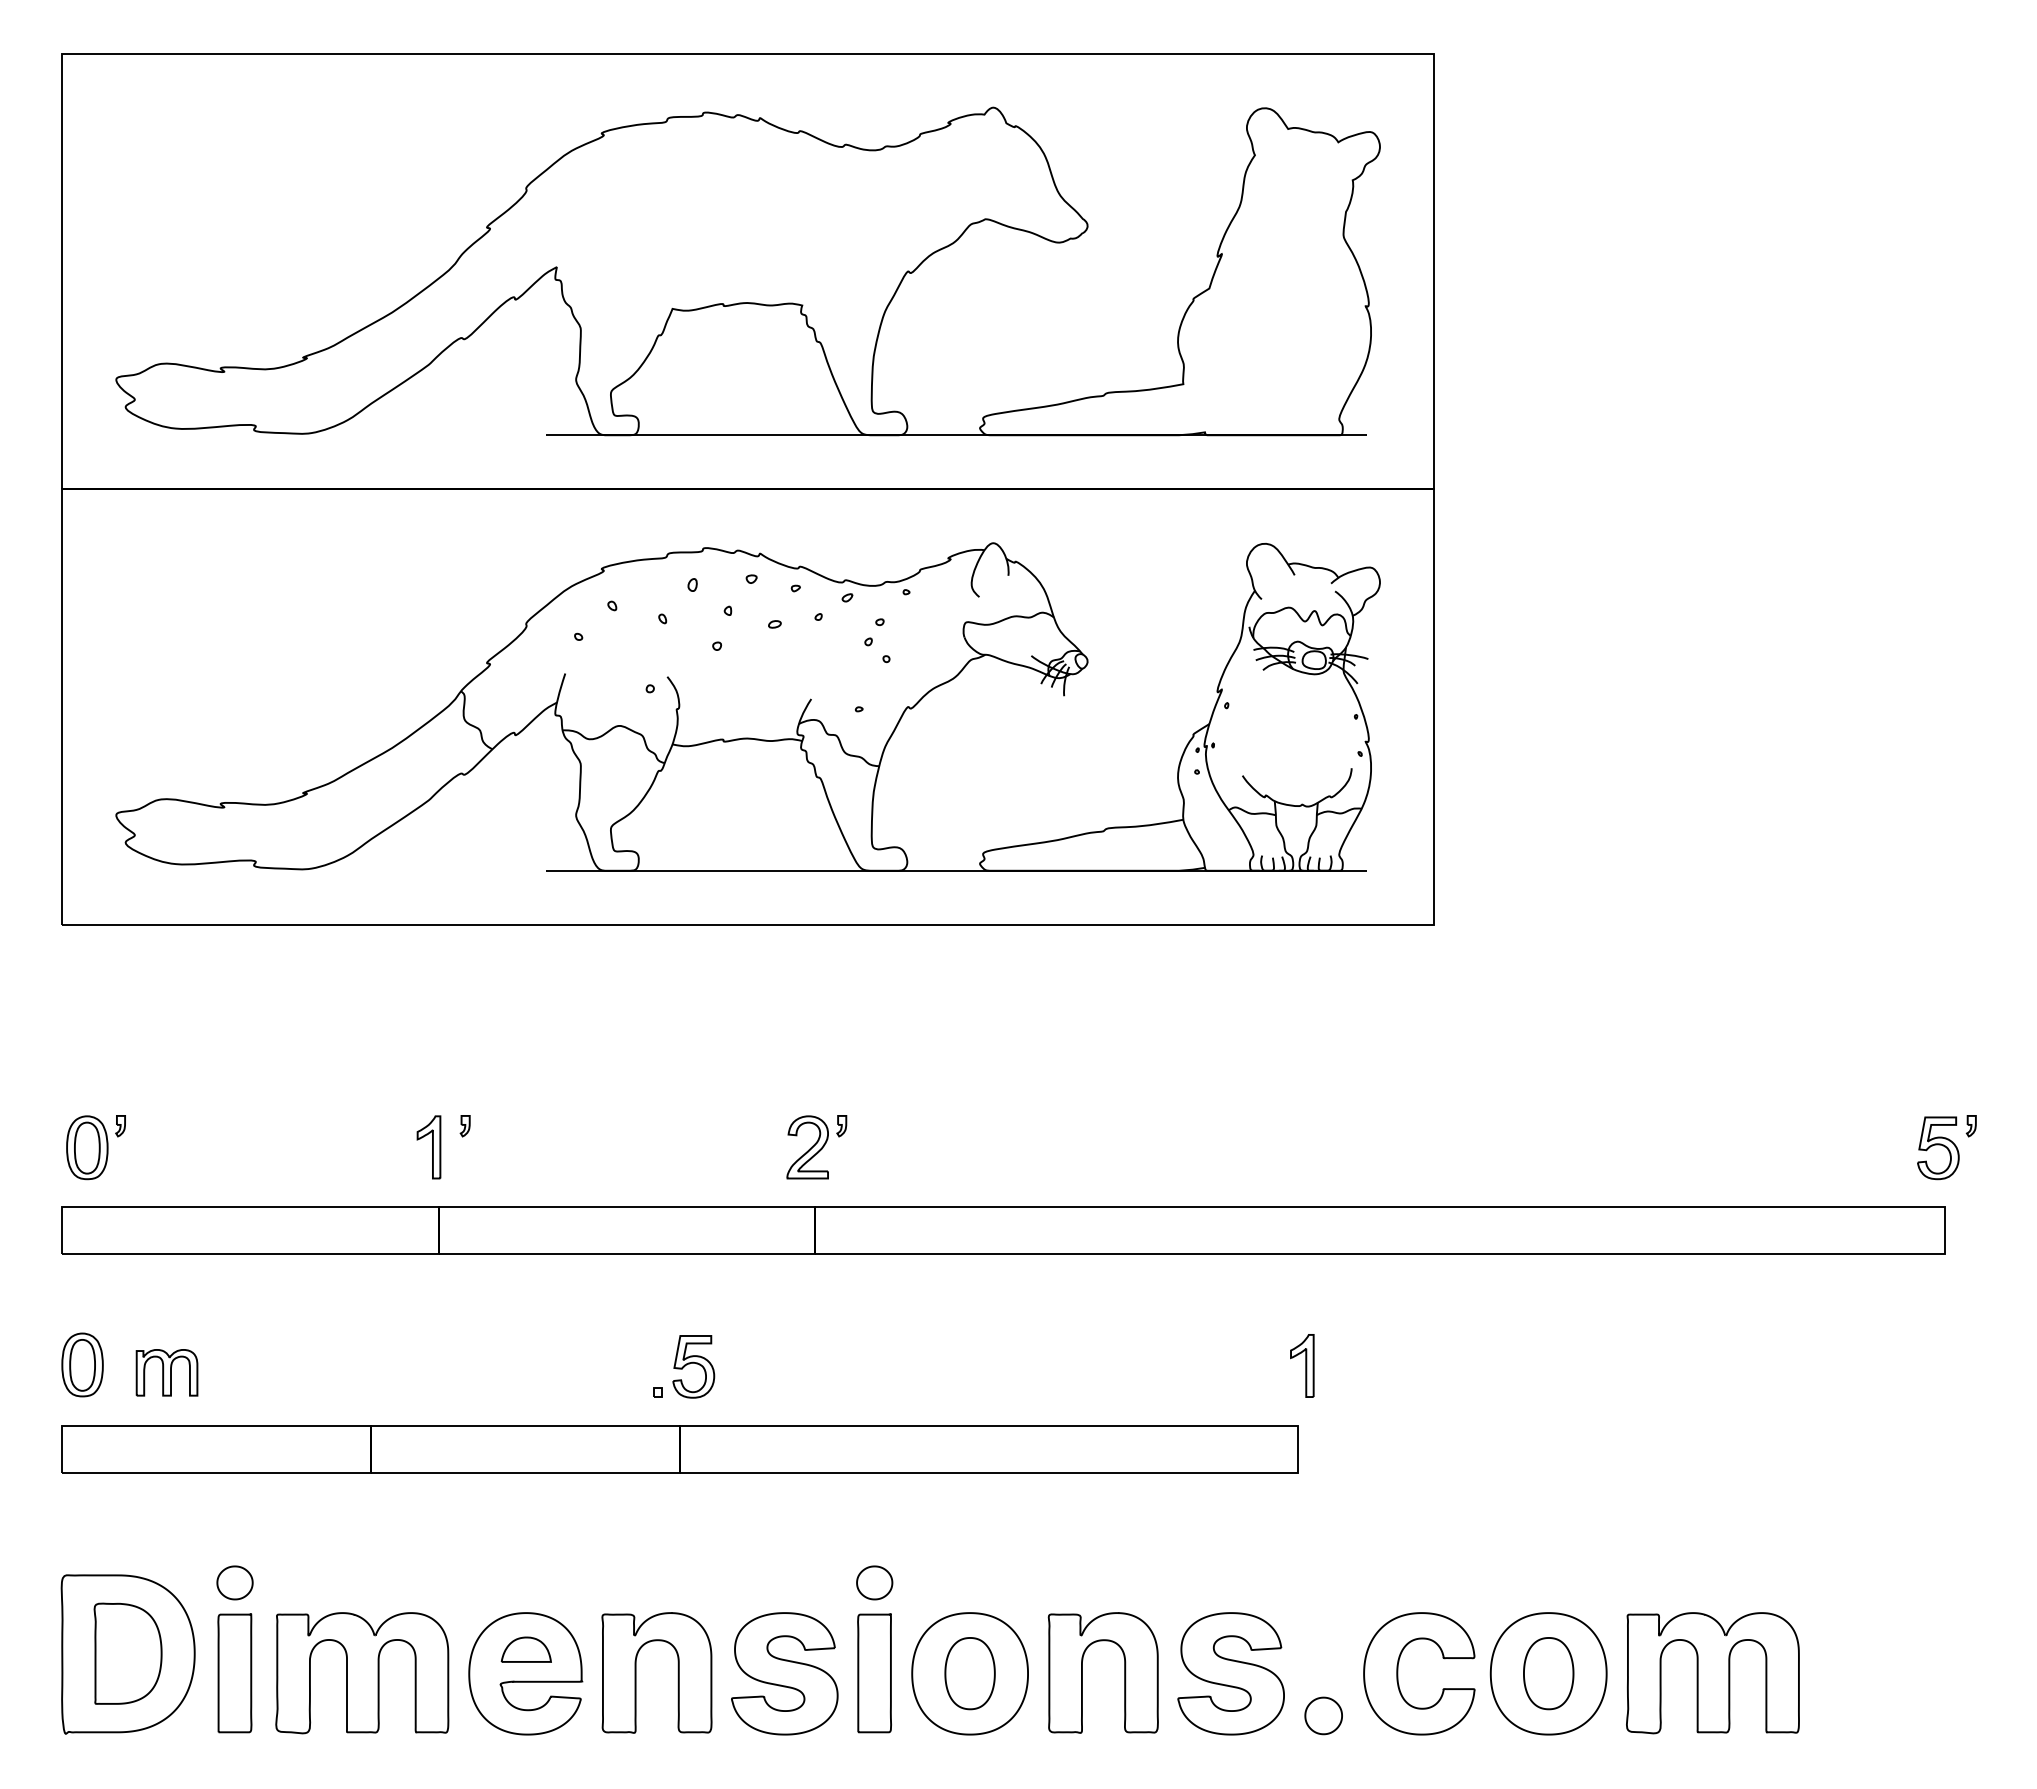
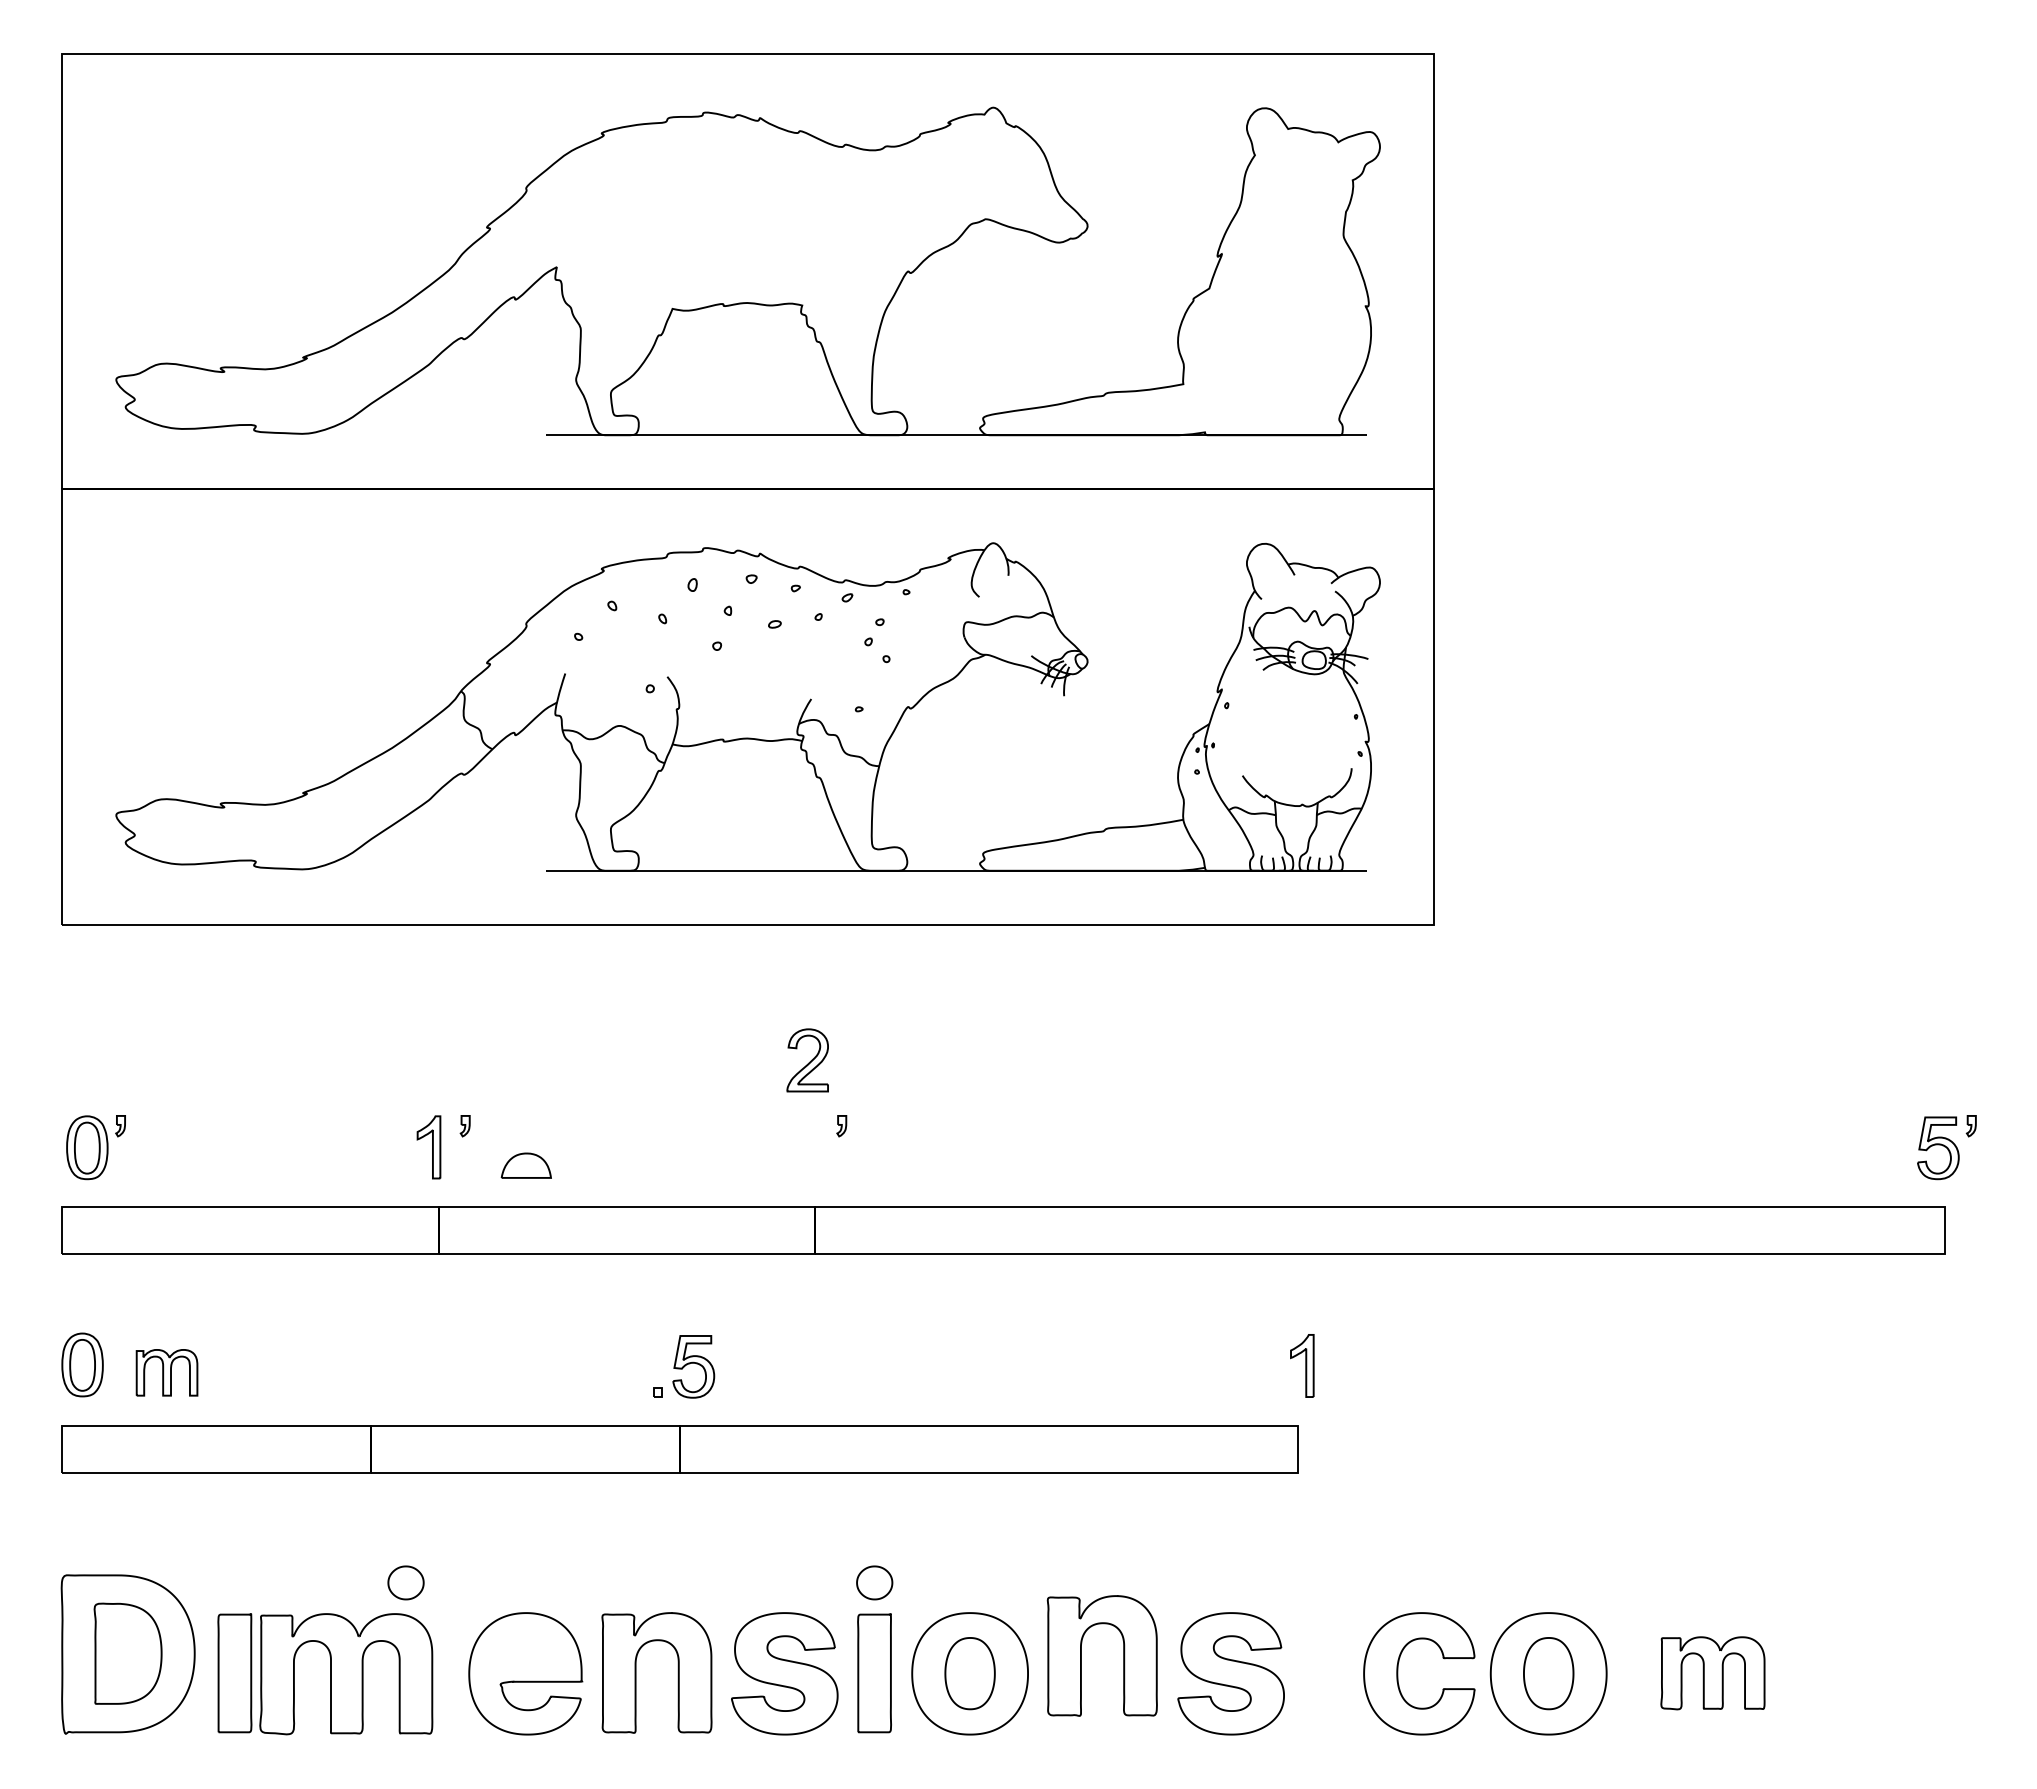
part at (807, 1147) position: (807, 1147) -> (807, 1060)
part at (234, 1582) position: (234, 1582) -> (405, 1582)
part at (525, 1649) position: (525, 1649) -> (525, 1165)
part at (1082, 1672) position: (1082, 1672) -> (1081, 1655)
part at (362, 1673) position: (362, 1673) -> (346, 1674)
part at (1712, 1673) size: 174x123 px -> 106x75 px
part at (1323, 1715): present -> none
